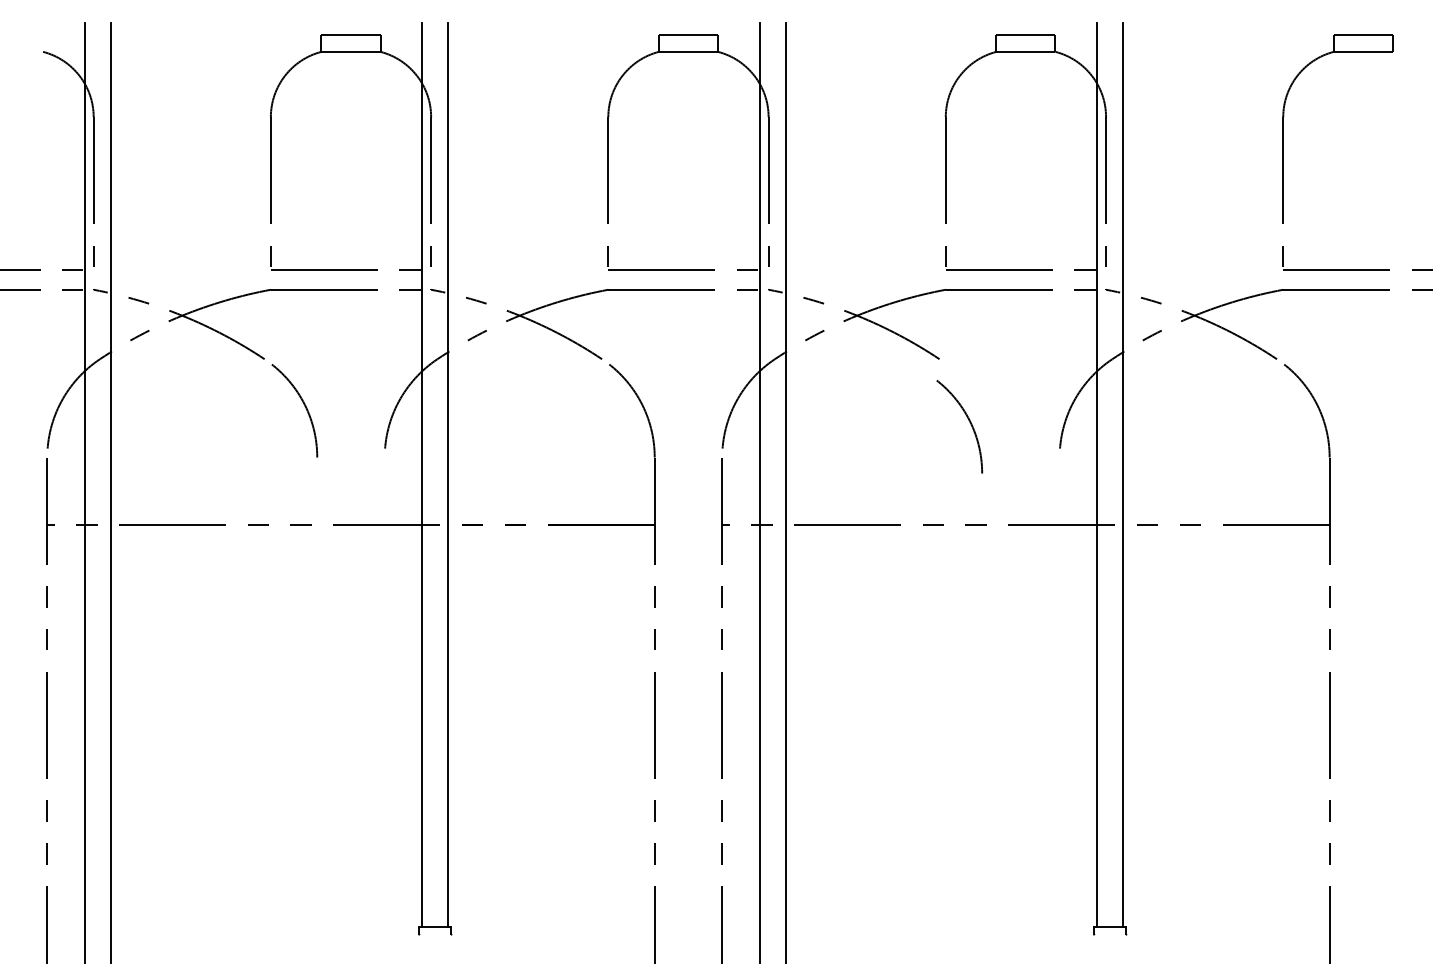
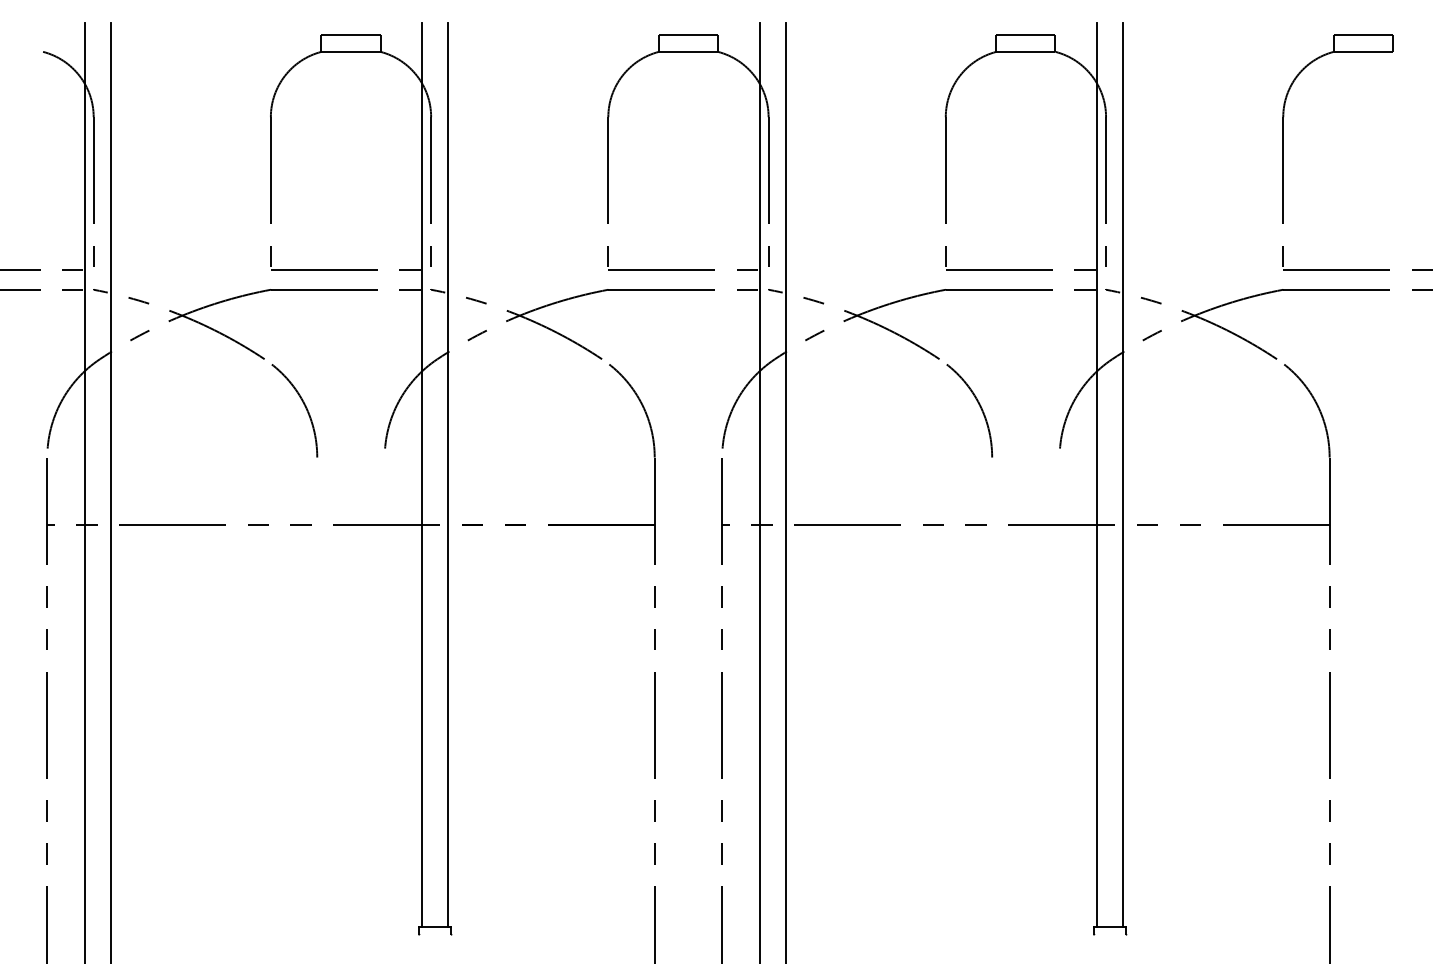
arc at (969, 422) position: (969, 422) -> (979, 406)
